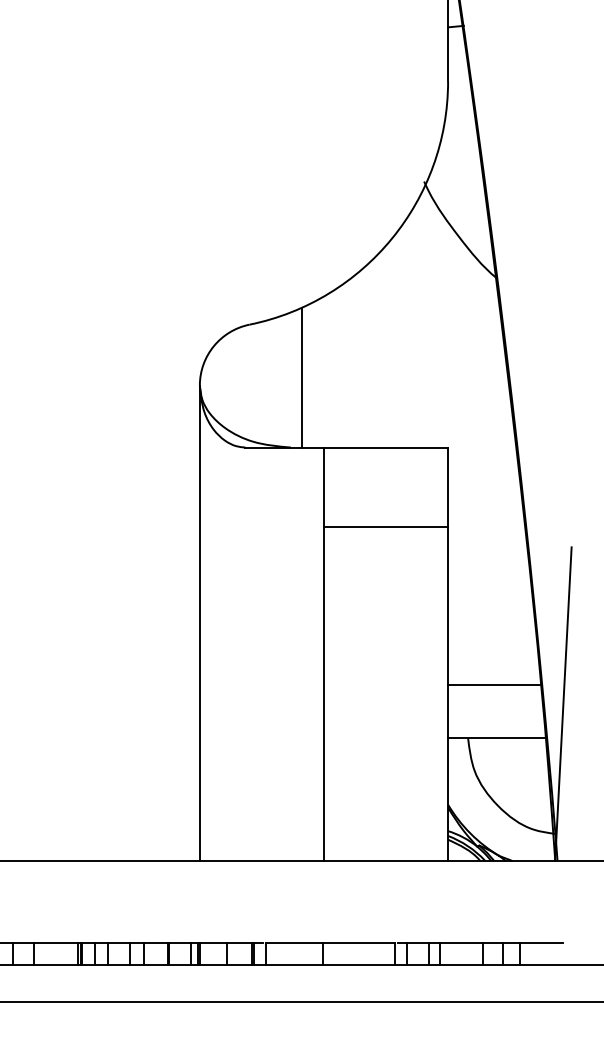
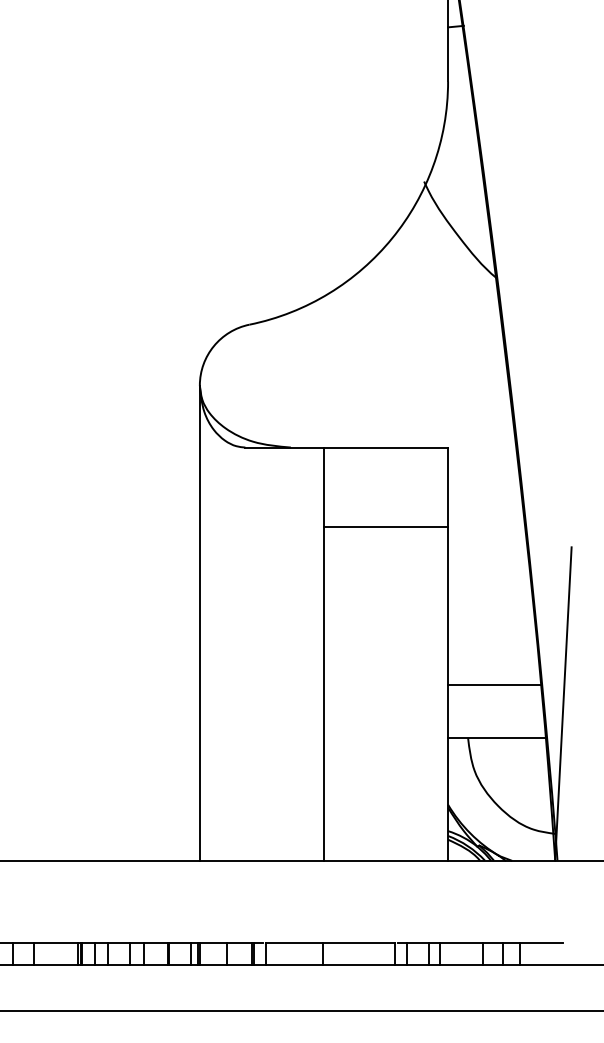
line at (301, 377): present -> none
line at (301, 1002) position: (301, 1002) -> (301, 1011)
